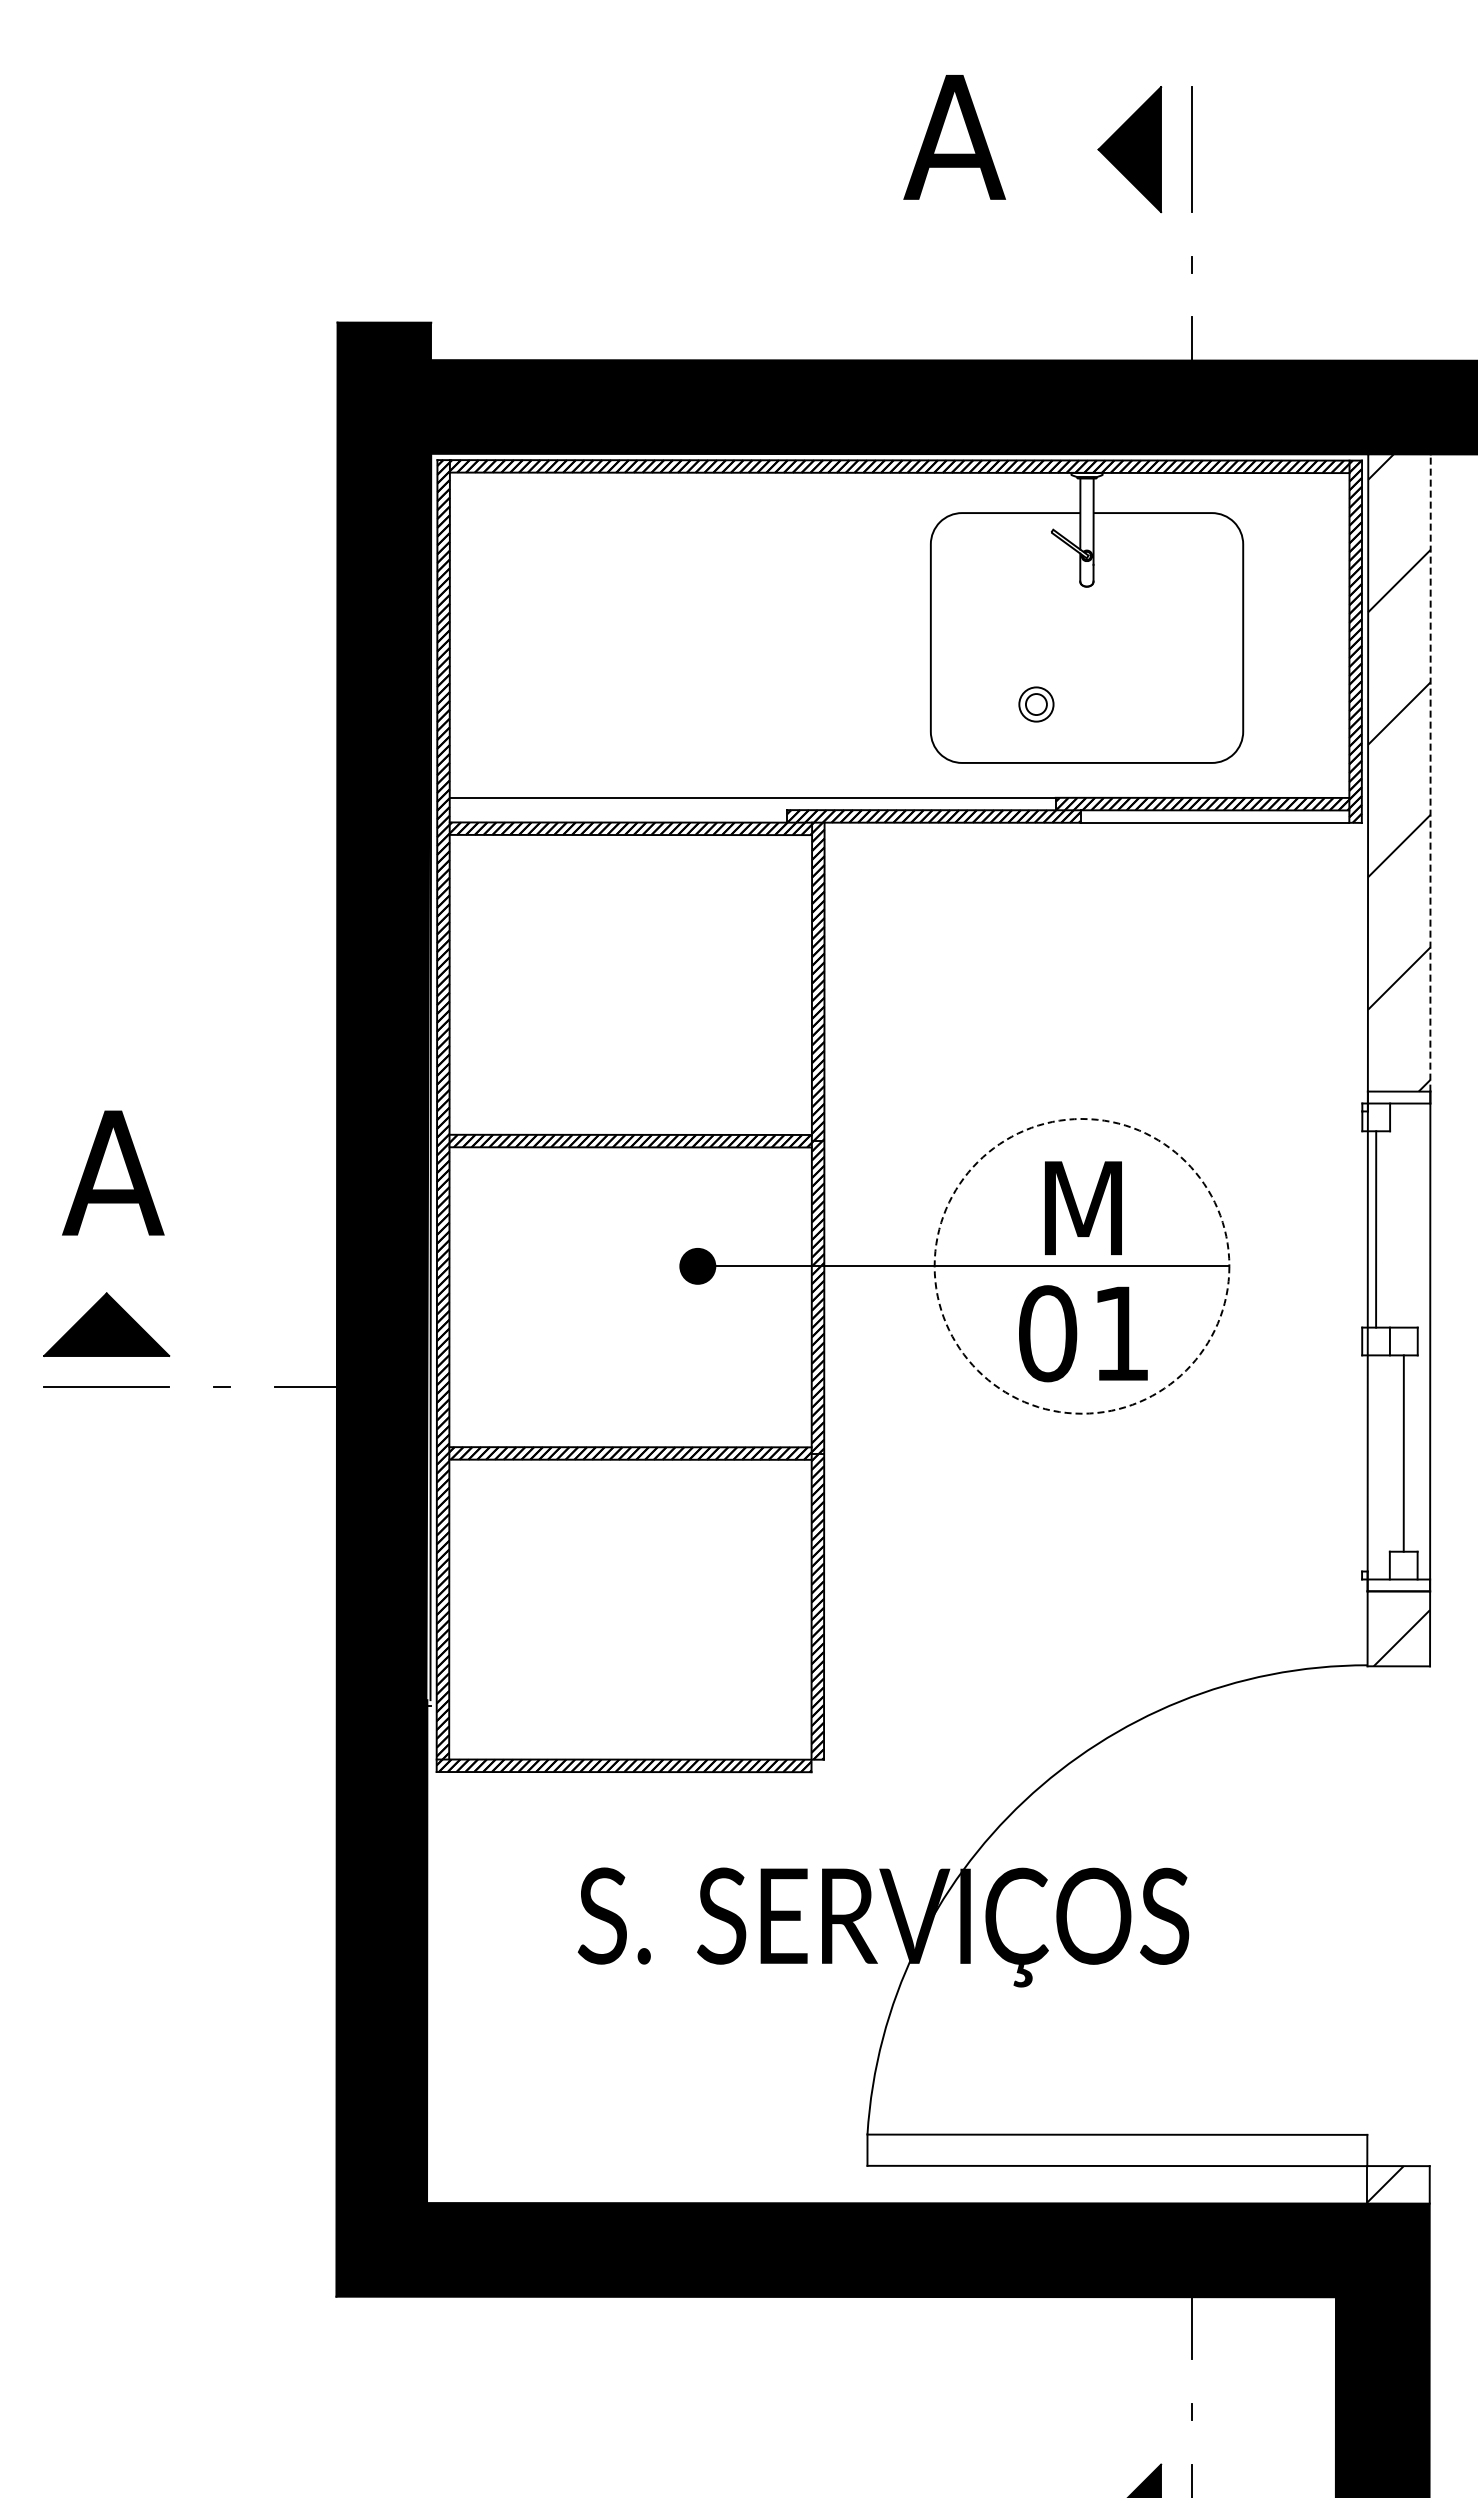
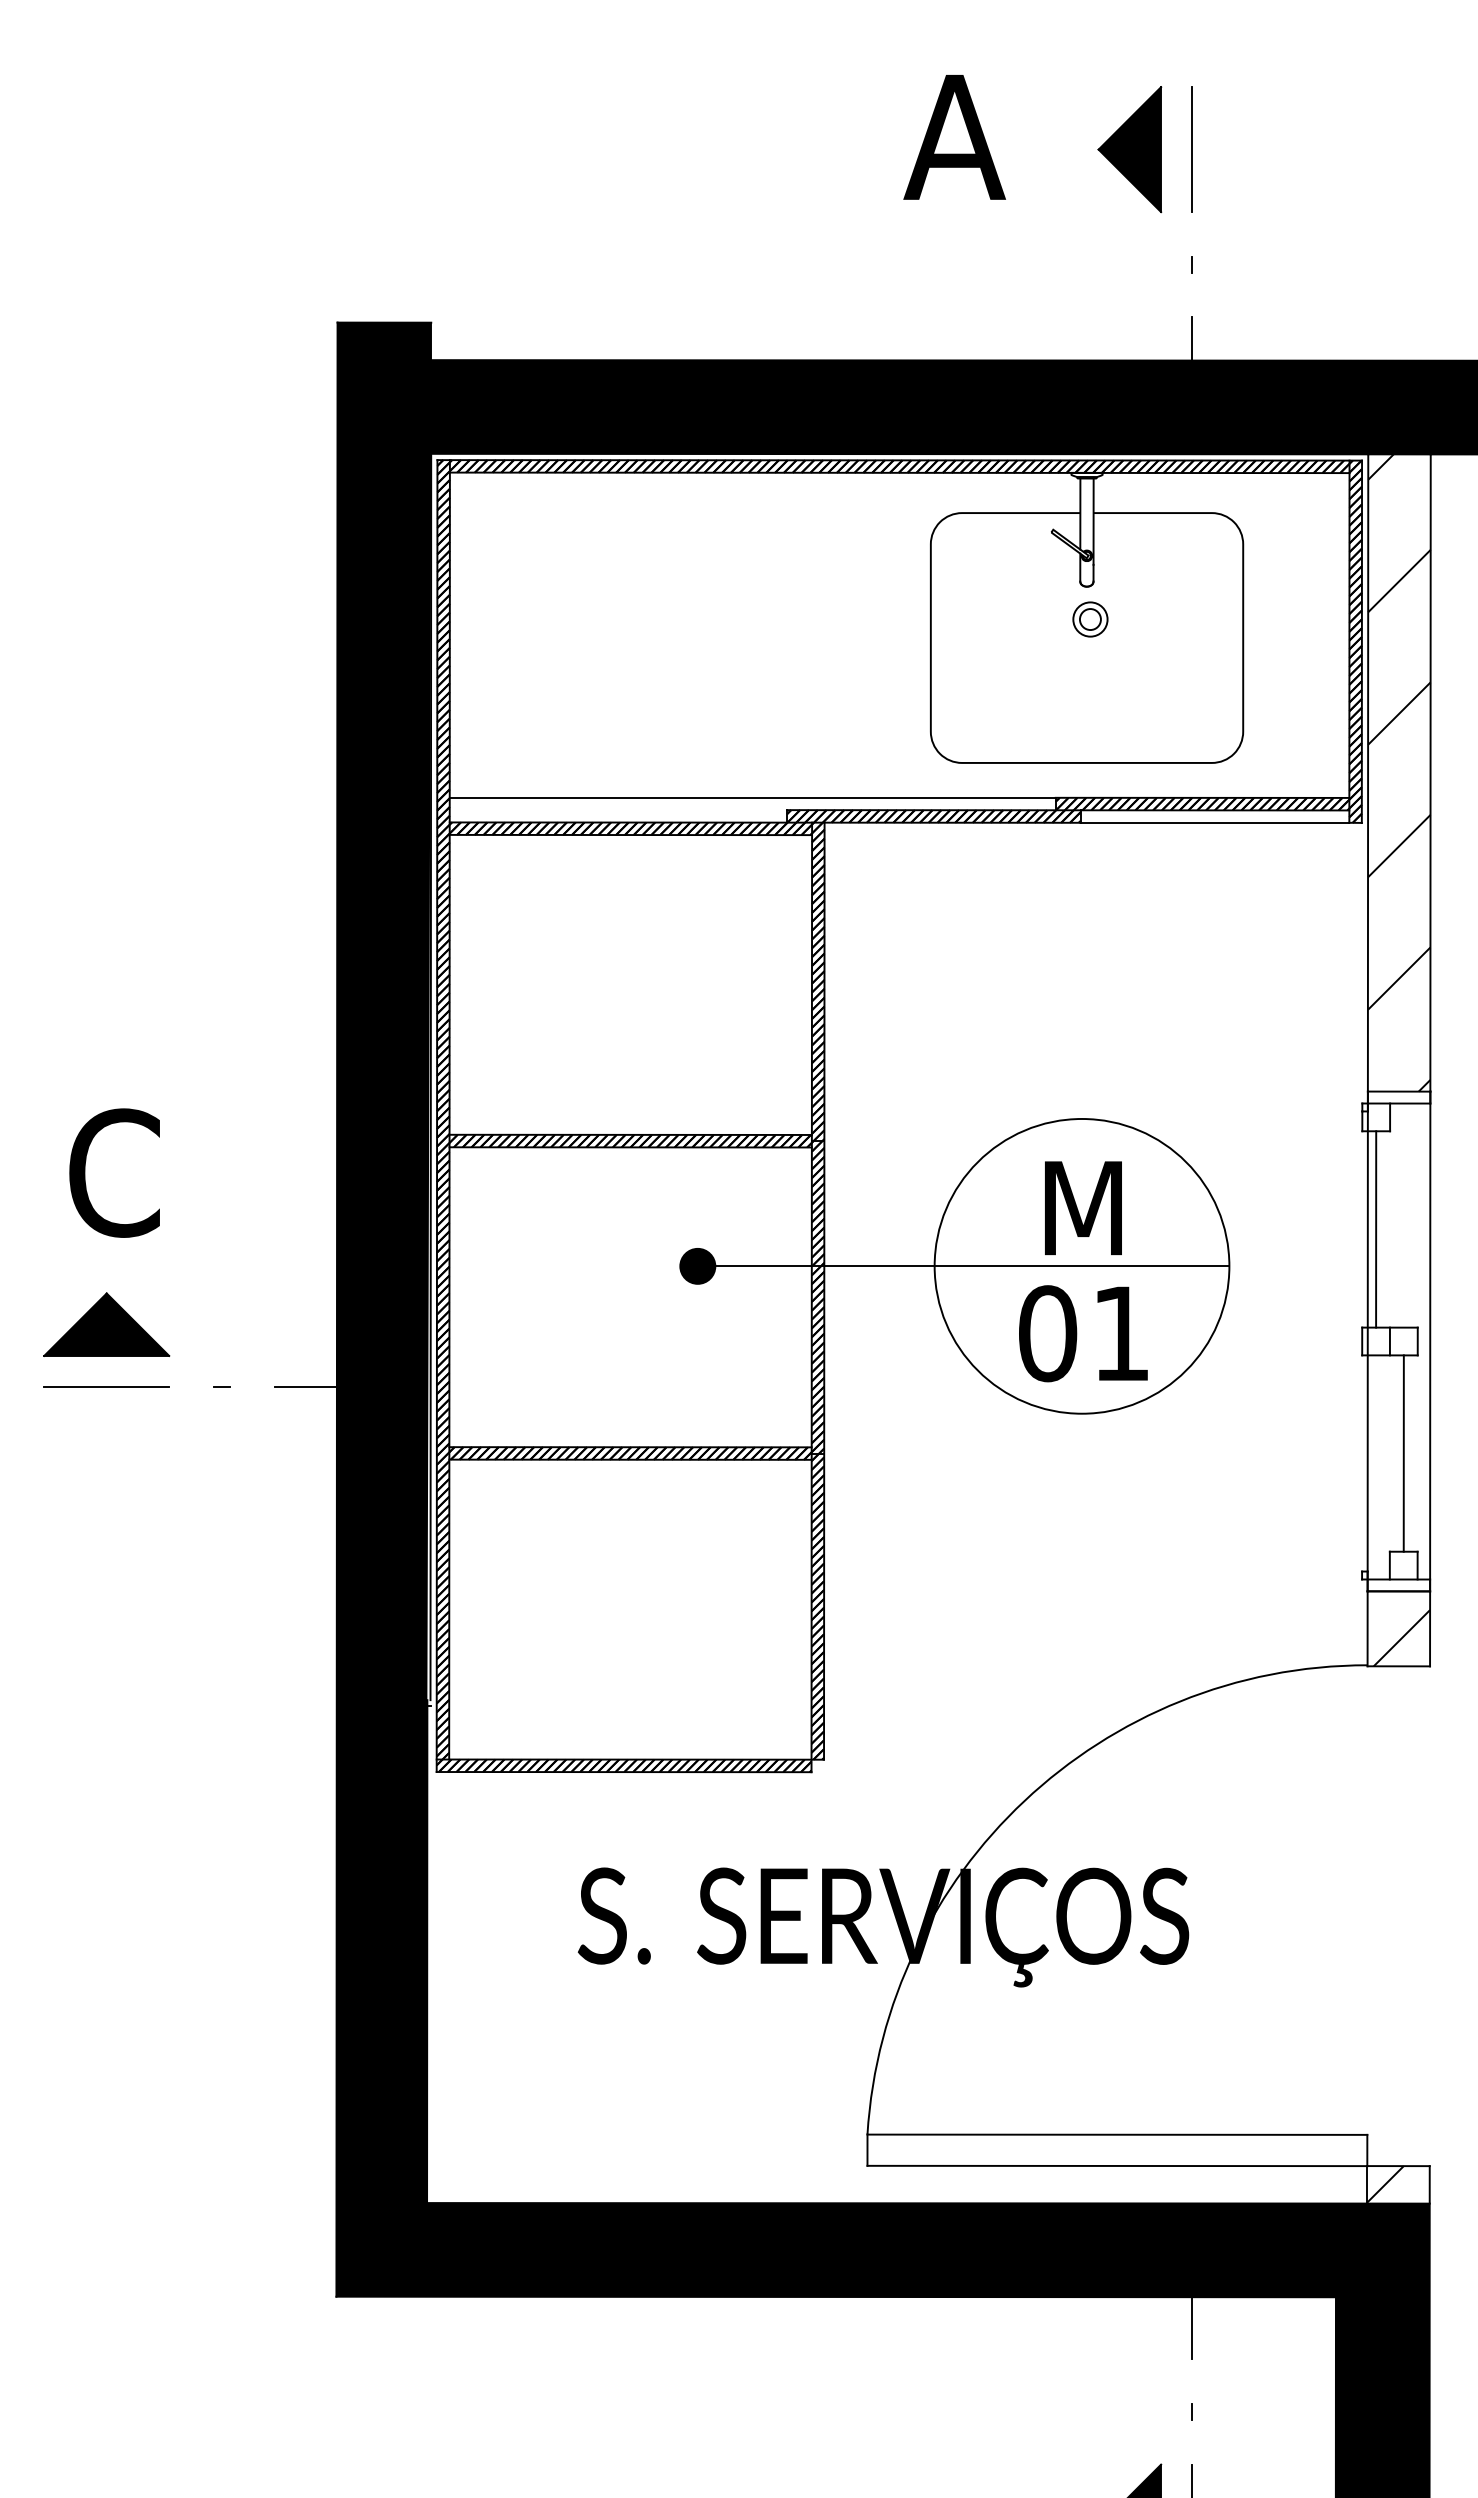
part at (1036, 704) position: (1036, 704) -> (1090, 619)
line at (1430, 773): dashed -> solid
text at (113, 1172): A -> C
circle at (1081, 1265): dashed -> solid
